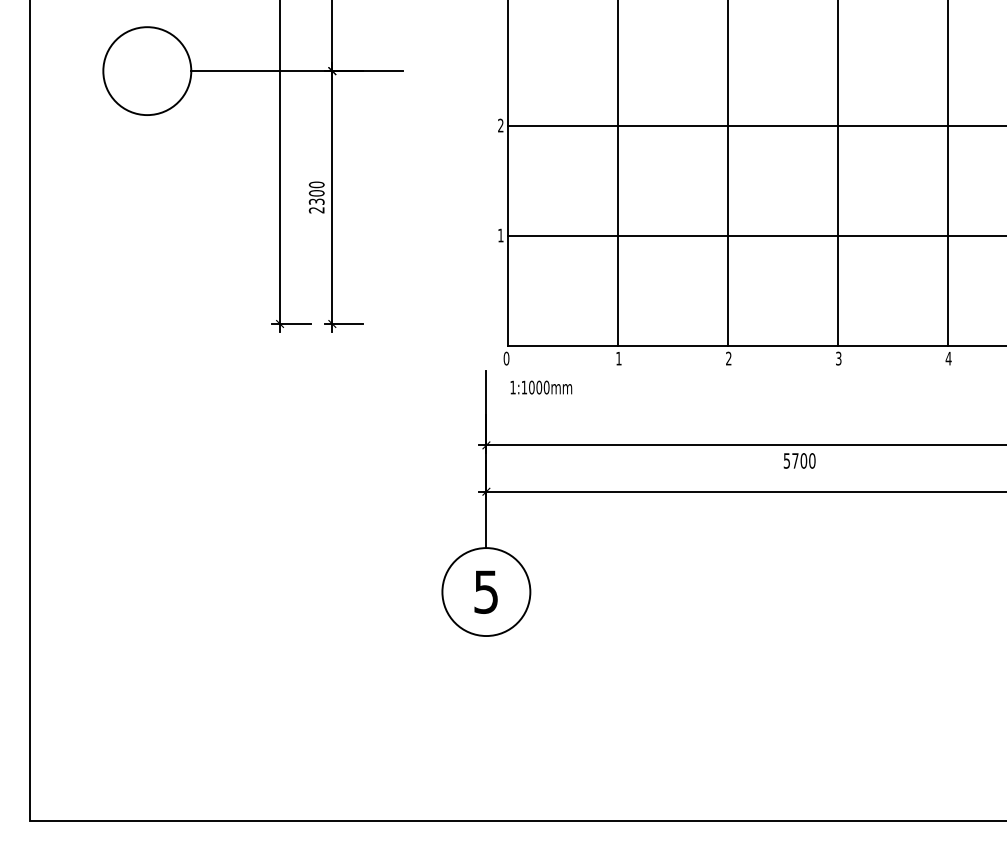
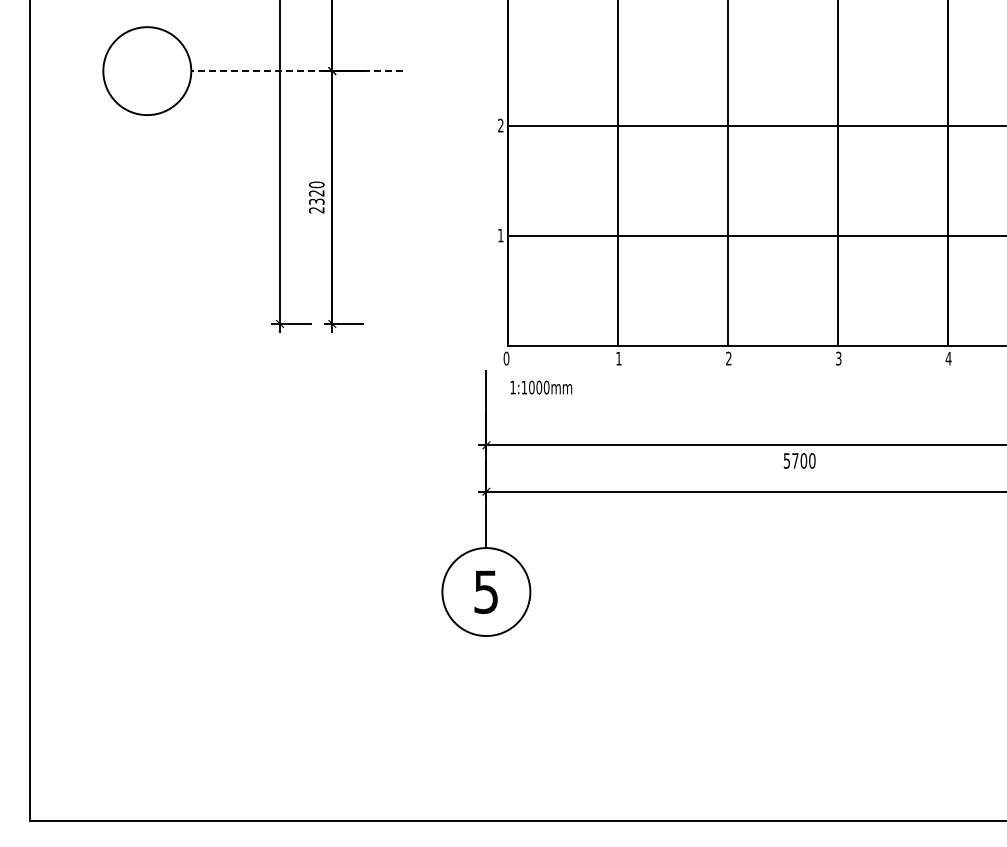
line at (297, 71): solid -> dashed
text at (316, 193): 2300 -> 2320
